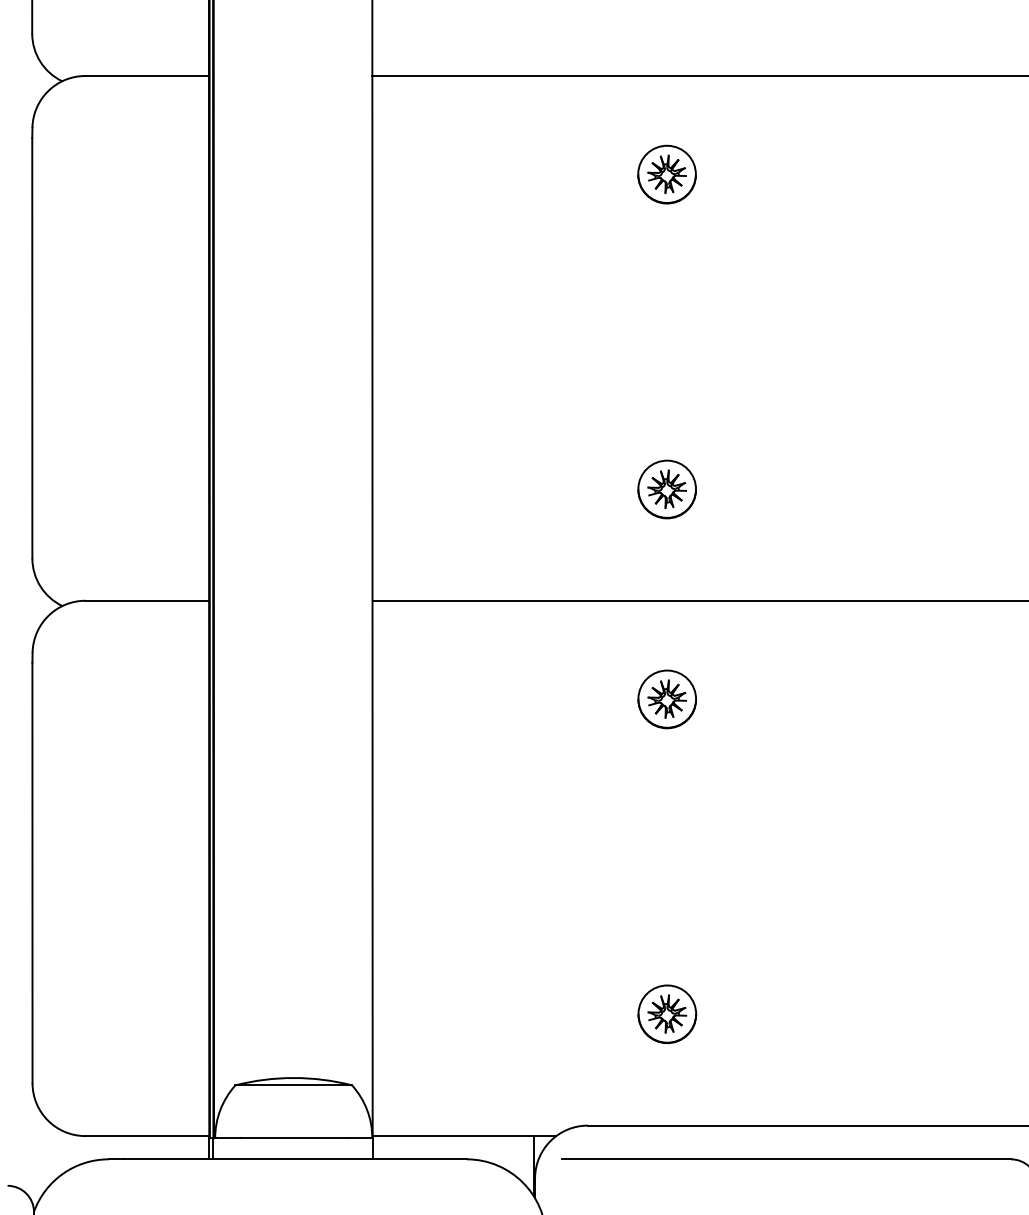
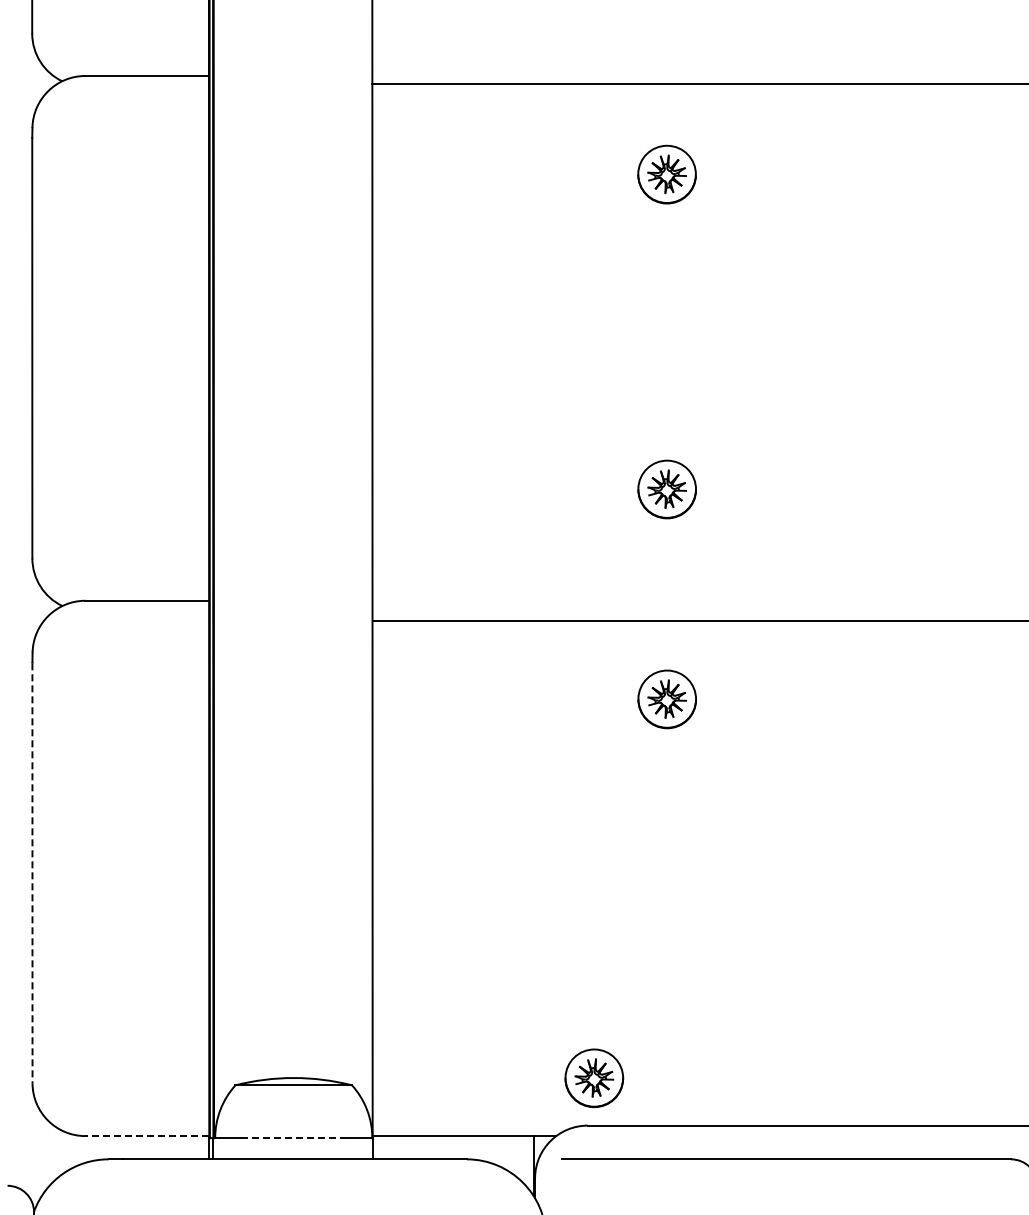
line at (698, 76) position: (698, 76) -> (698, 84)
line at (698, 600) position: (698, 600) -> (698, 620)
line at (32, 873): solid -> dashed
part at (667, 1014) position: (667, 1014) -> (594, 1078)
line at (147, 1136): solid -> dashed
line at (293, 1138): solid -> dashed
